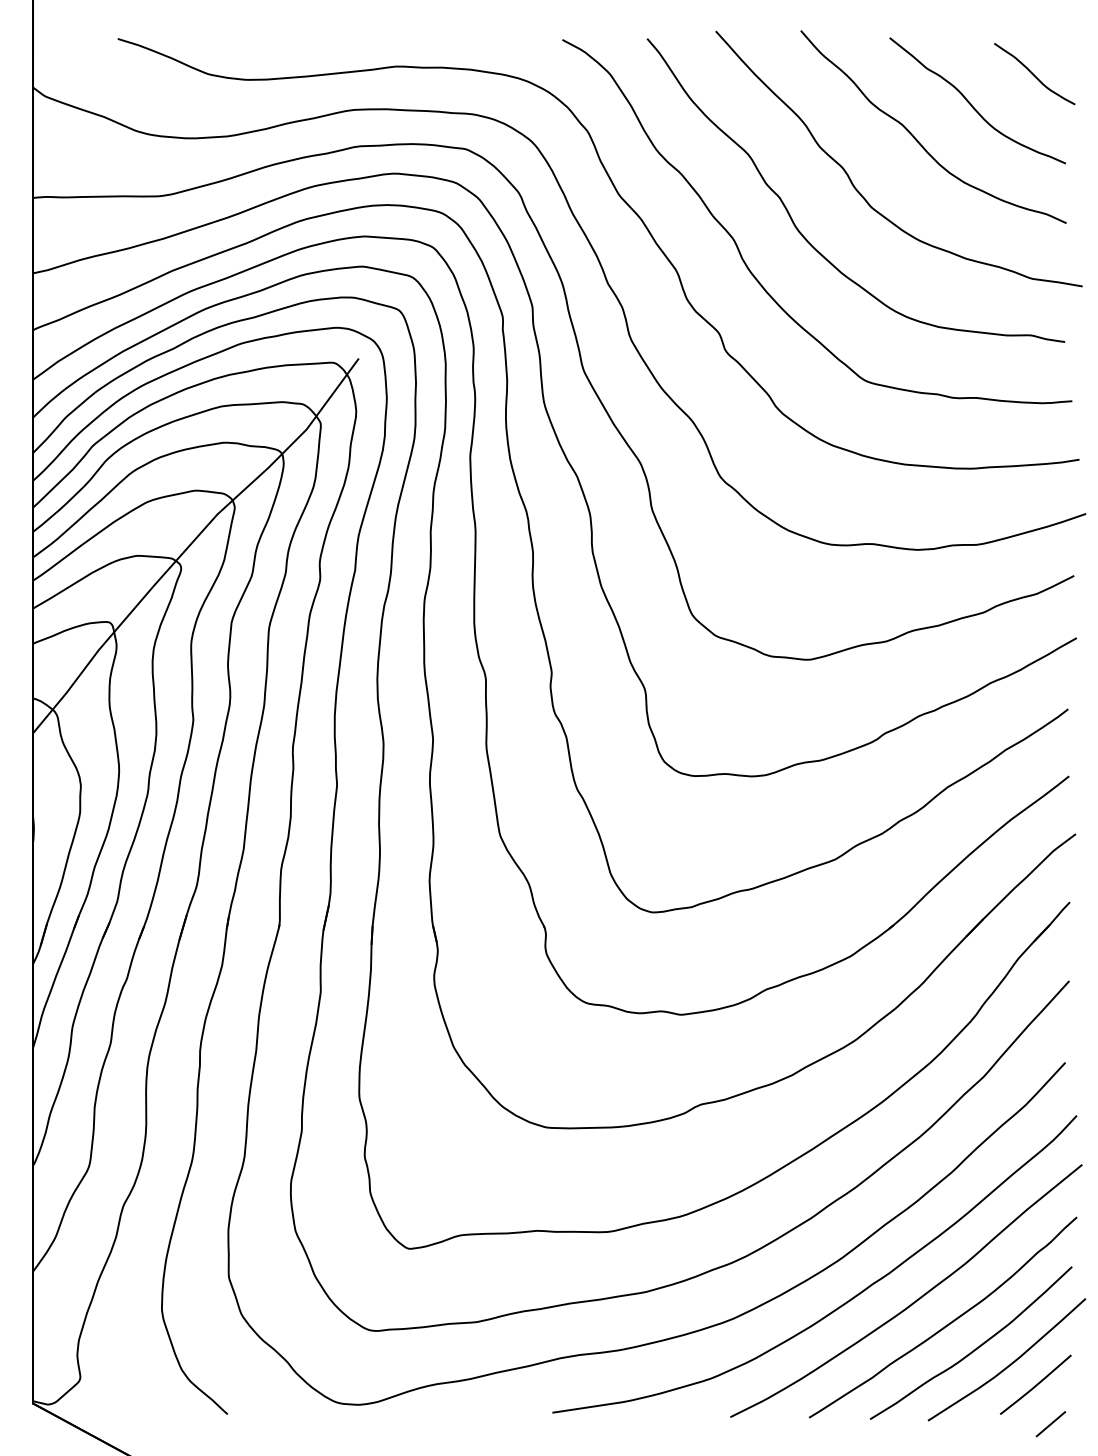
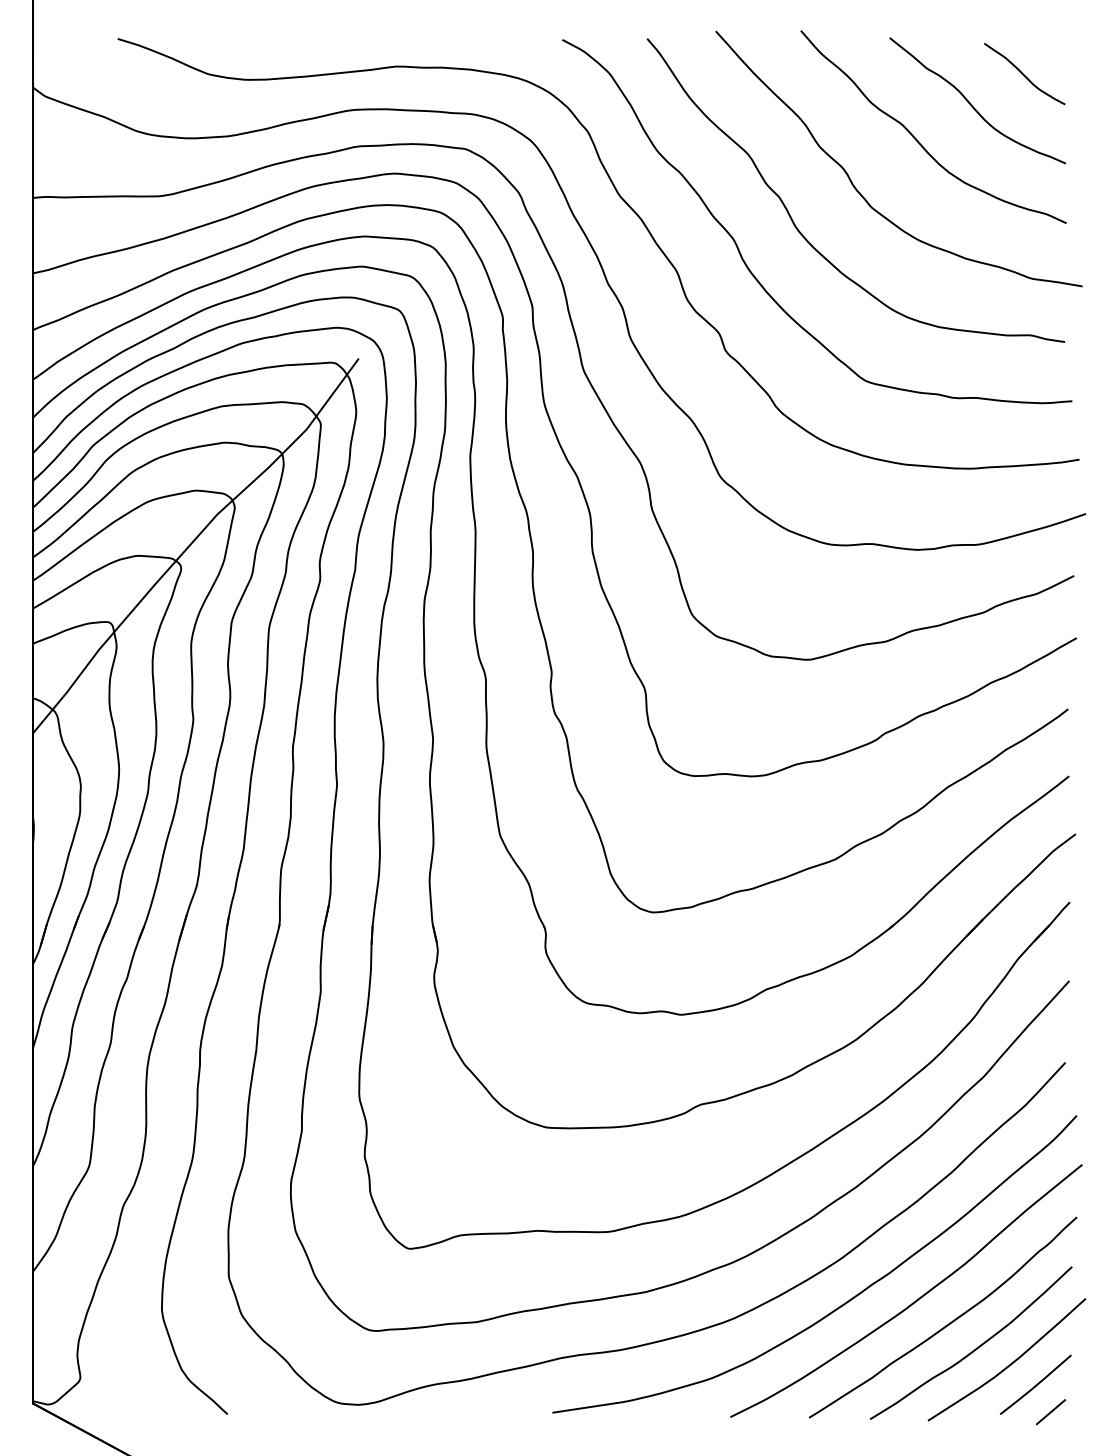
curve at (1034, 74) position: (1034, 74) -> (1024, 74)
line at (1050, 1424) position: (1050, 1424) -> (1050, 1412)
